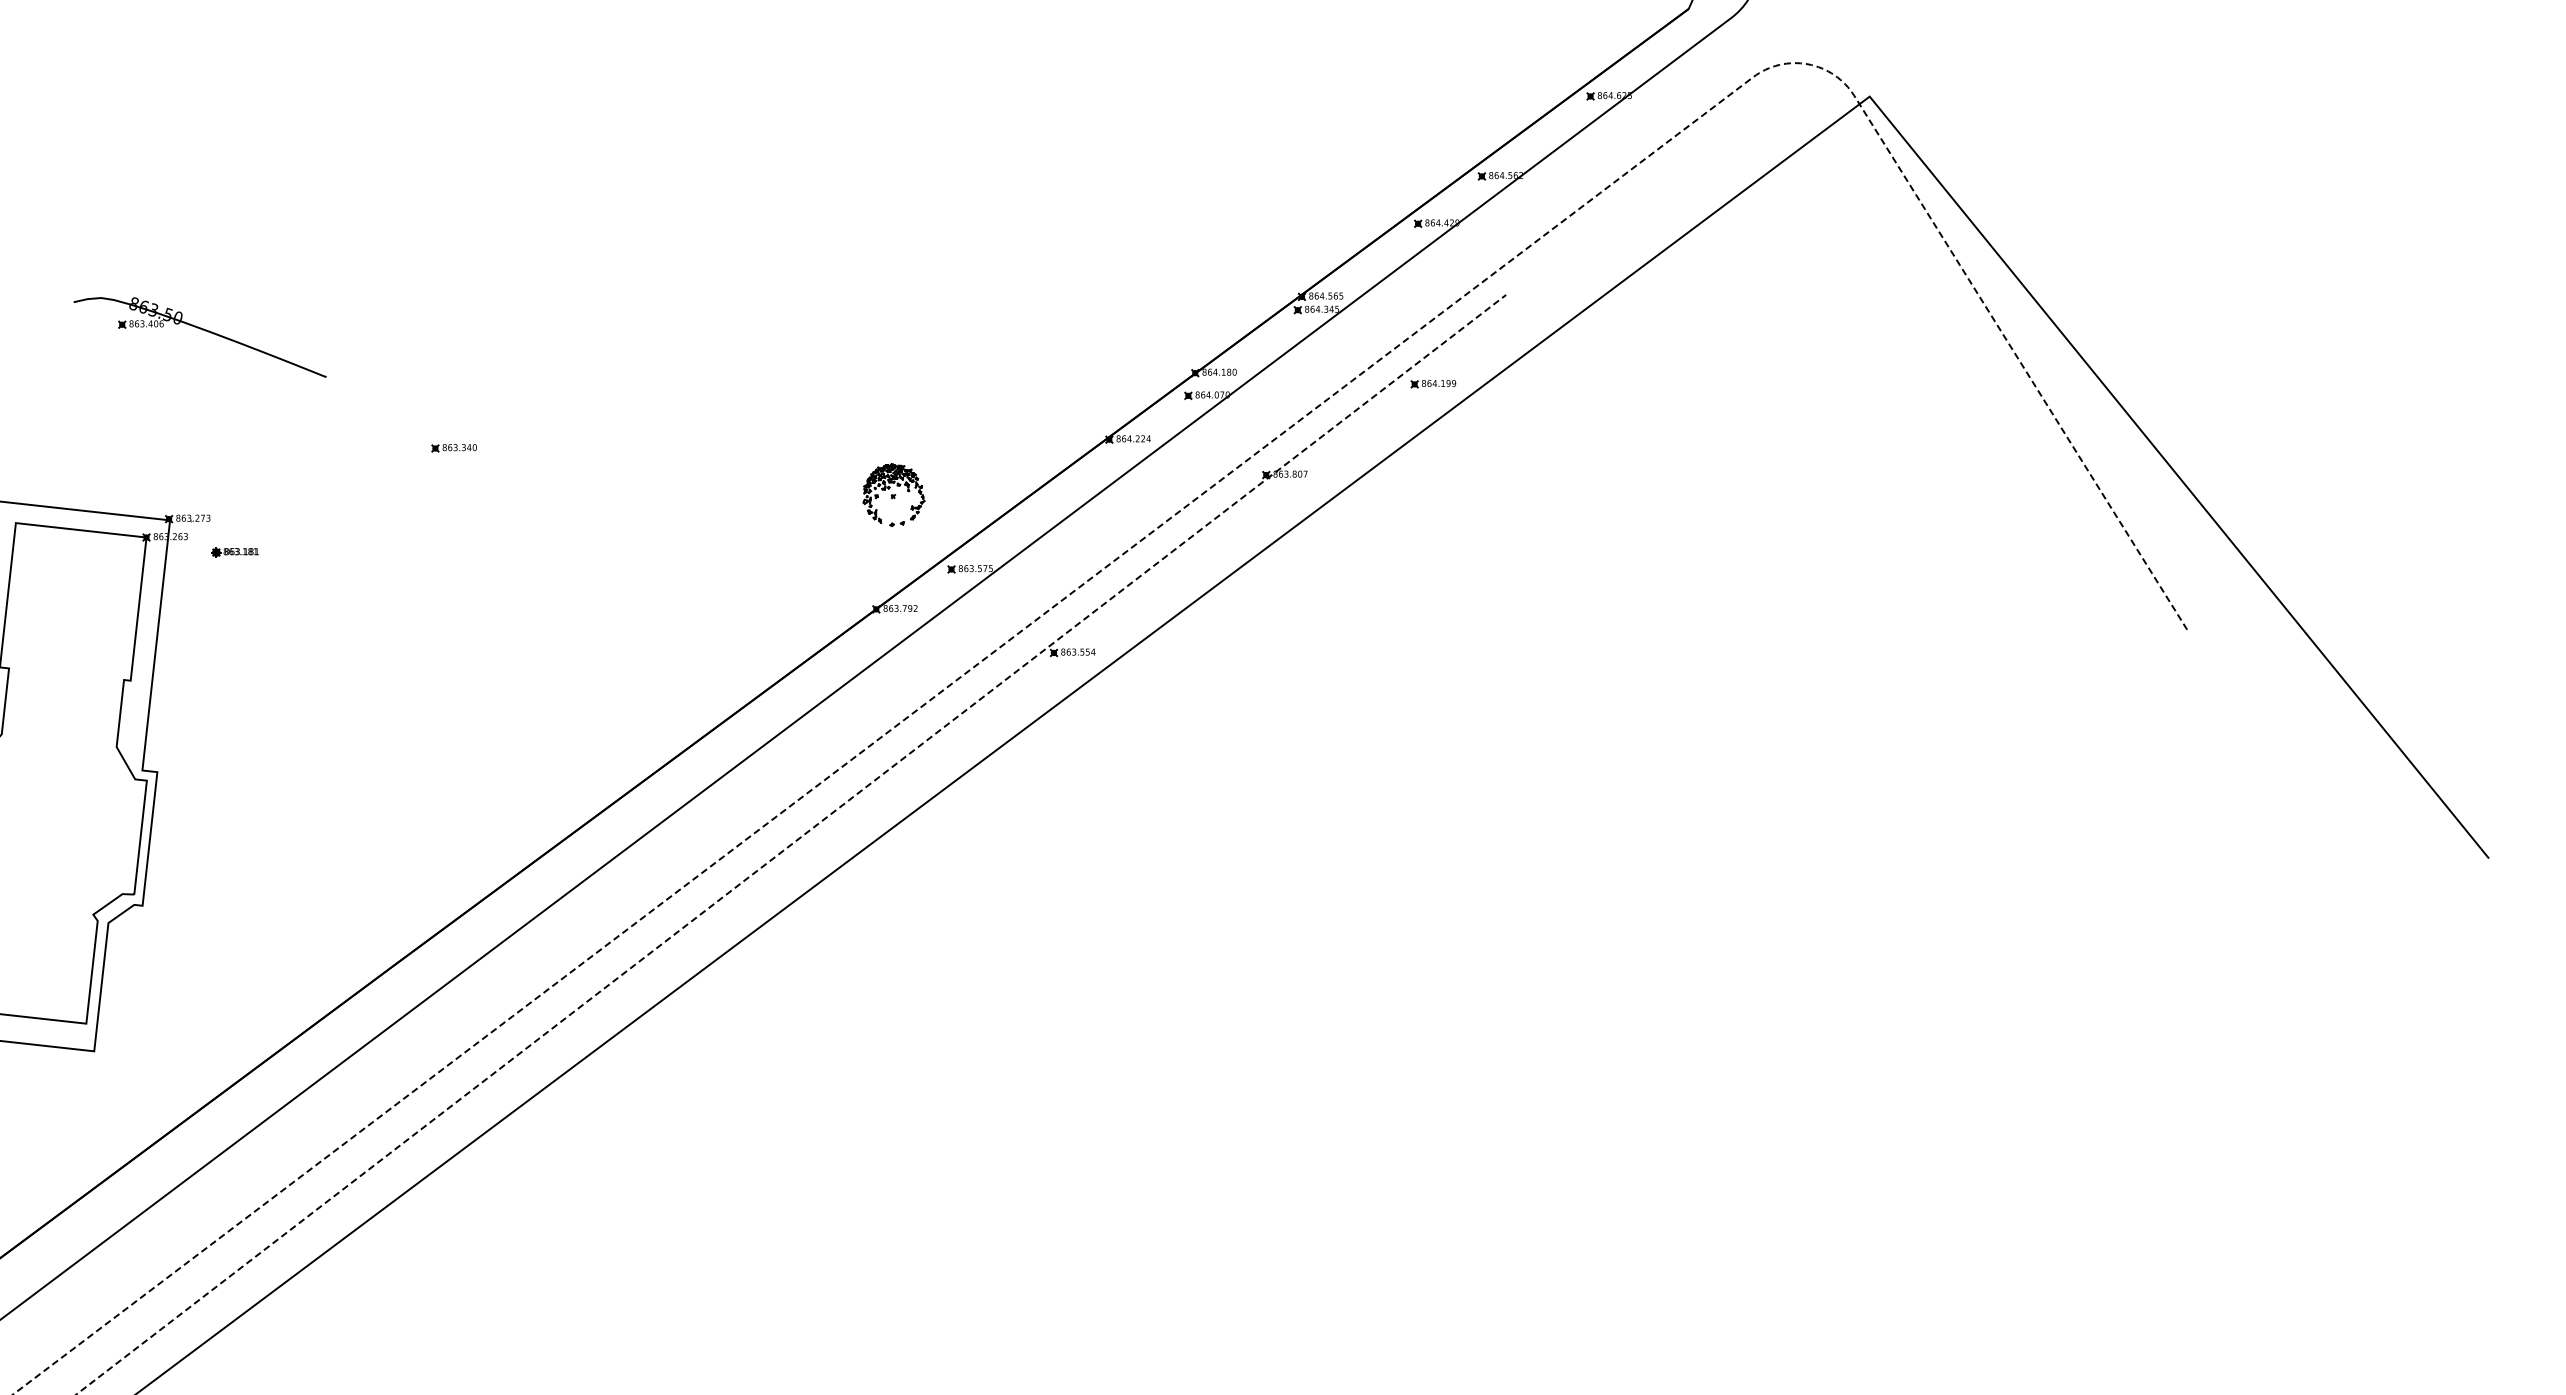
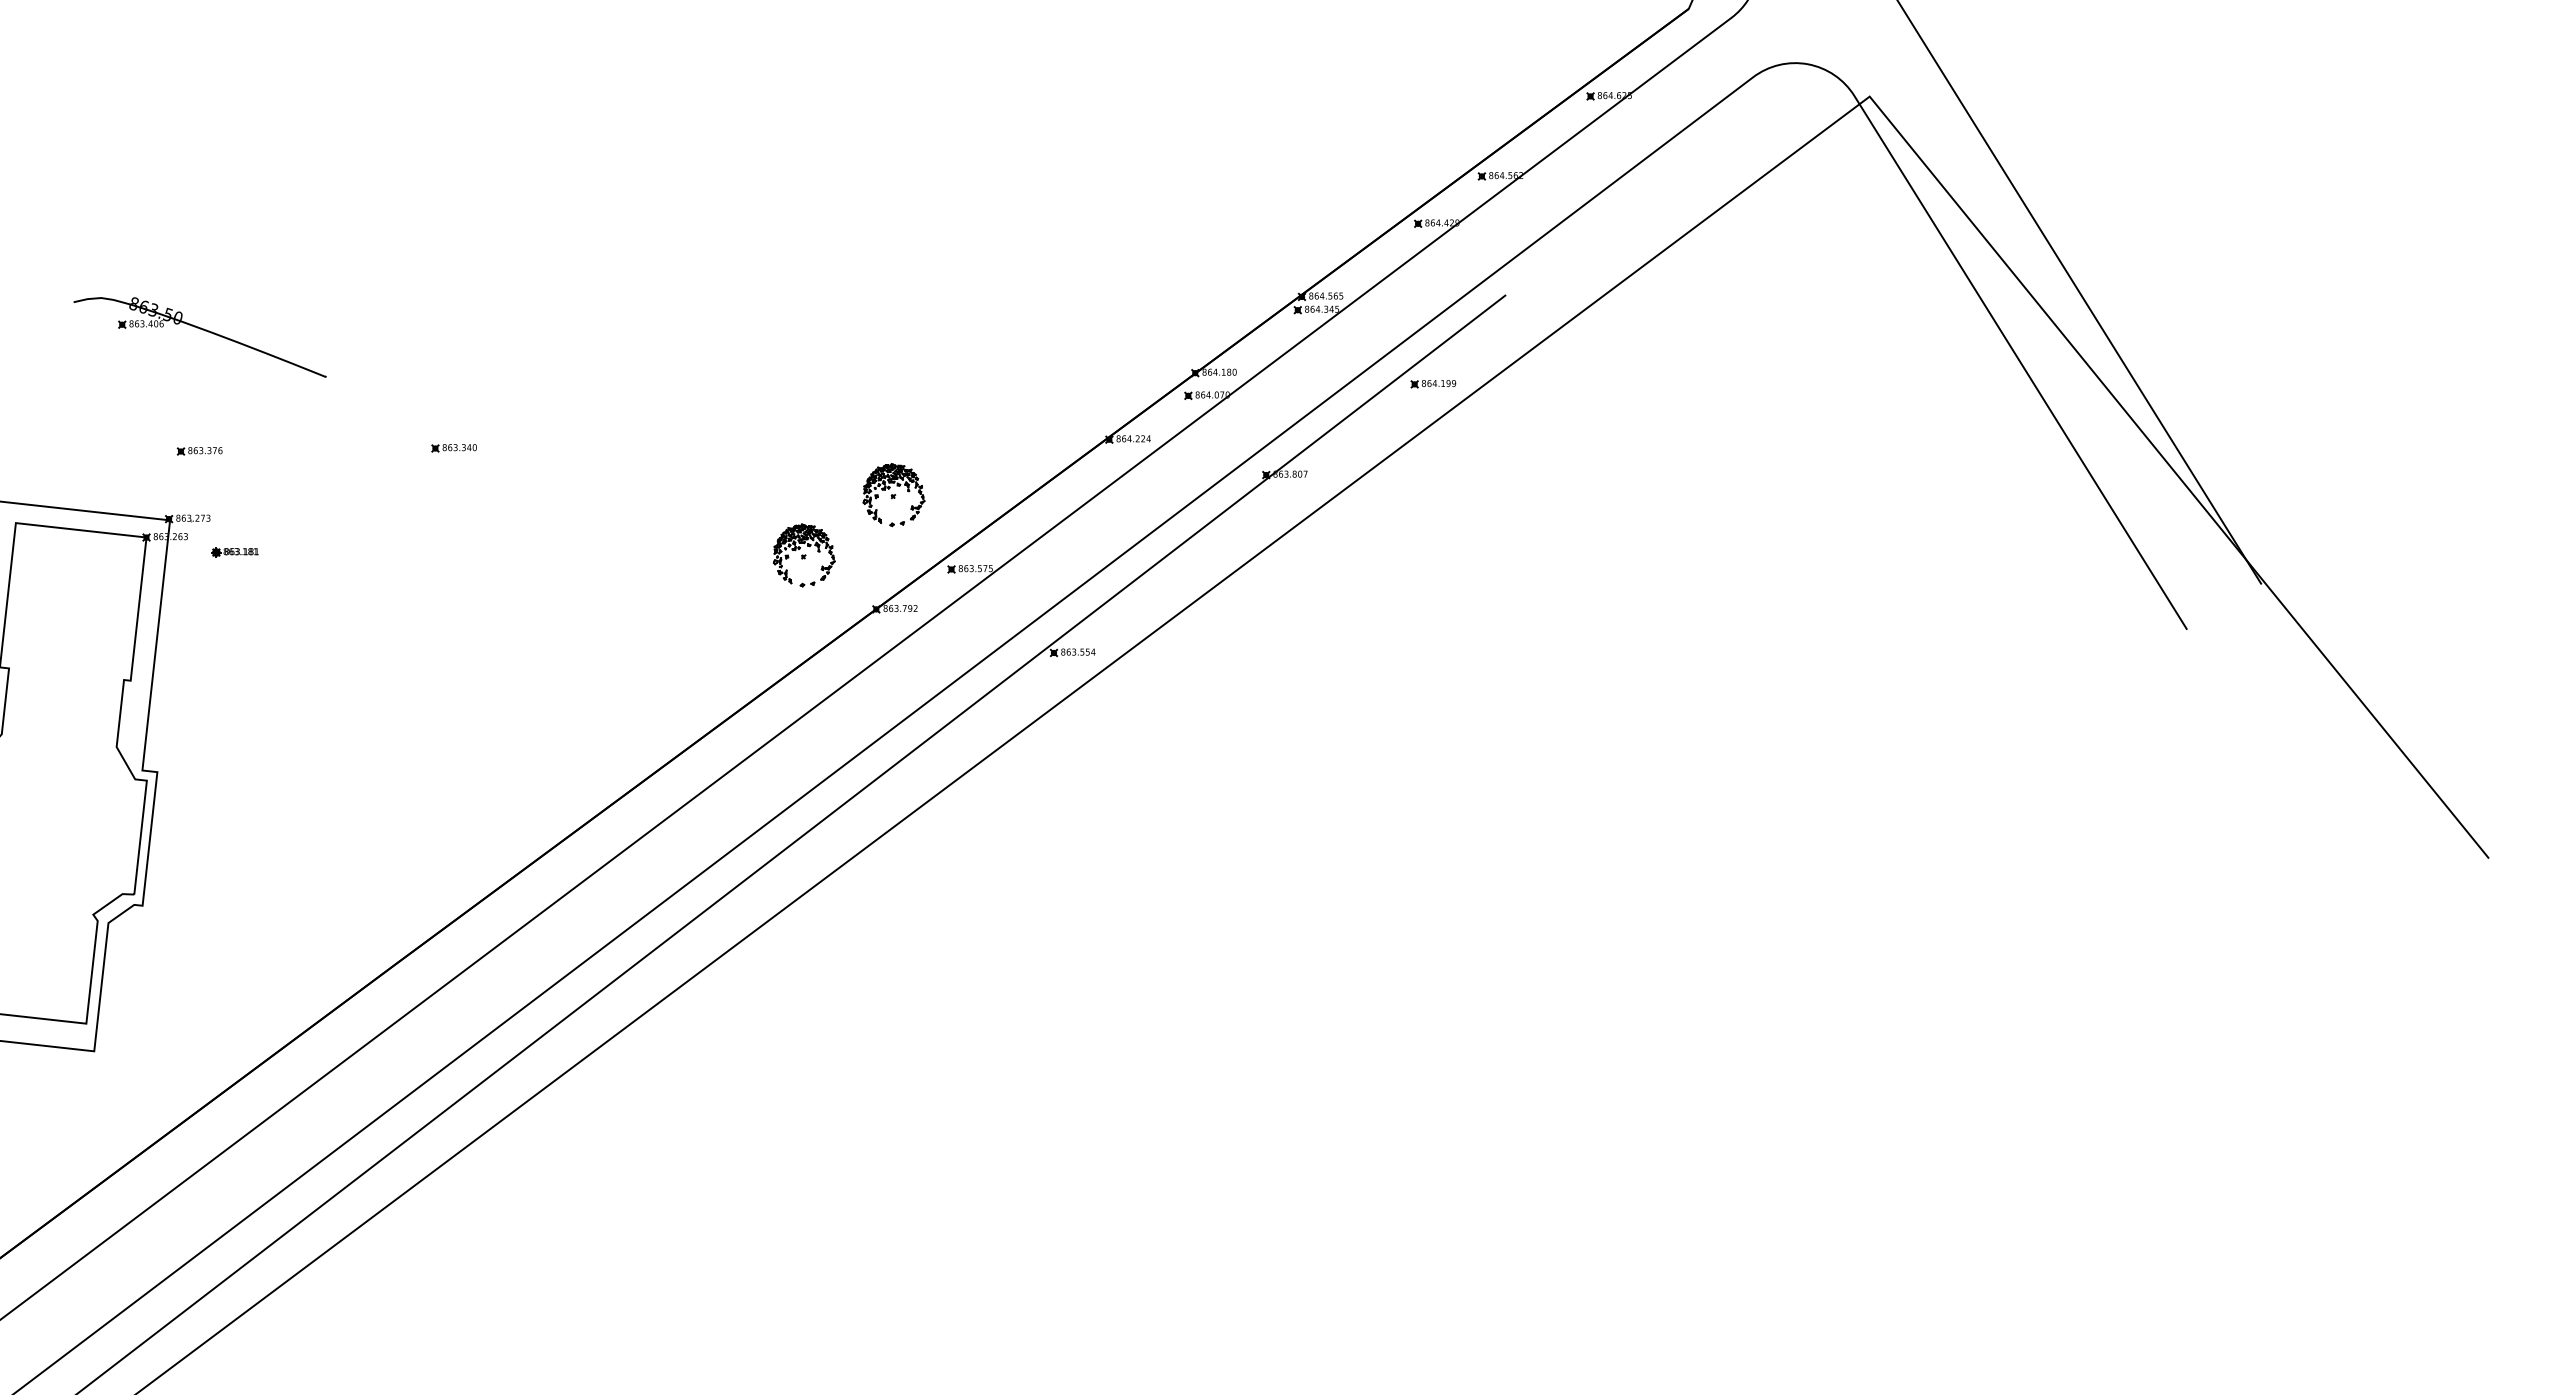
line at (2079, 292): none -> present
part at (199, 451): none -> present
line at (1192, 502): dashed -> solid
part at (804, 555): none -> present
line at (791, 844): dashed -> solid
